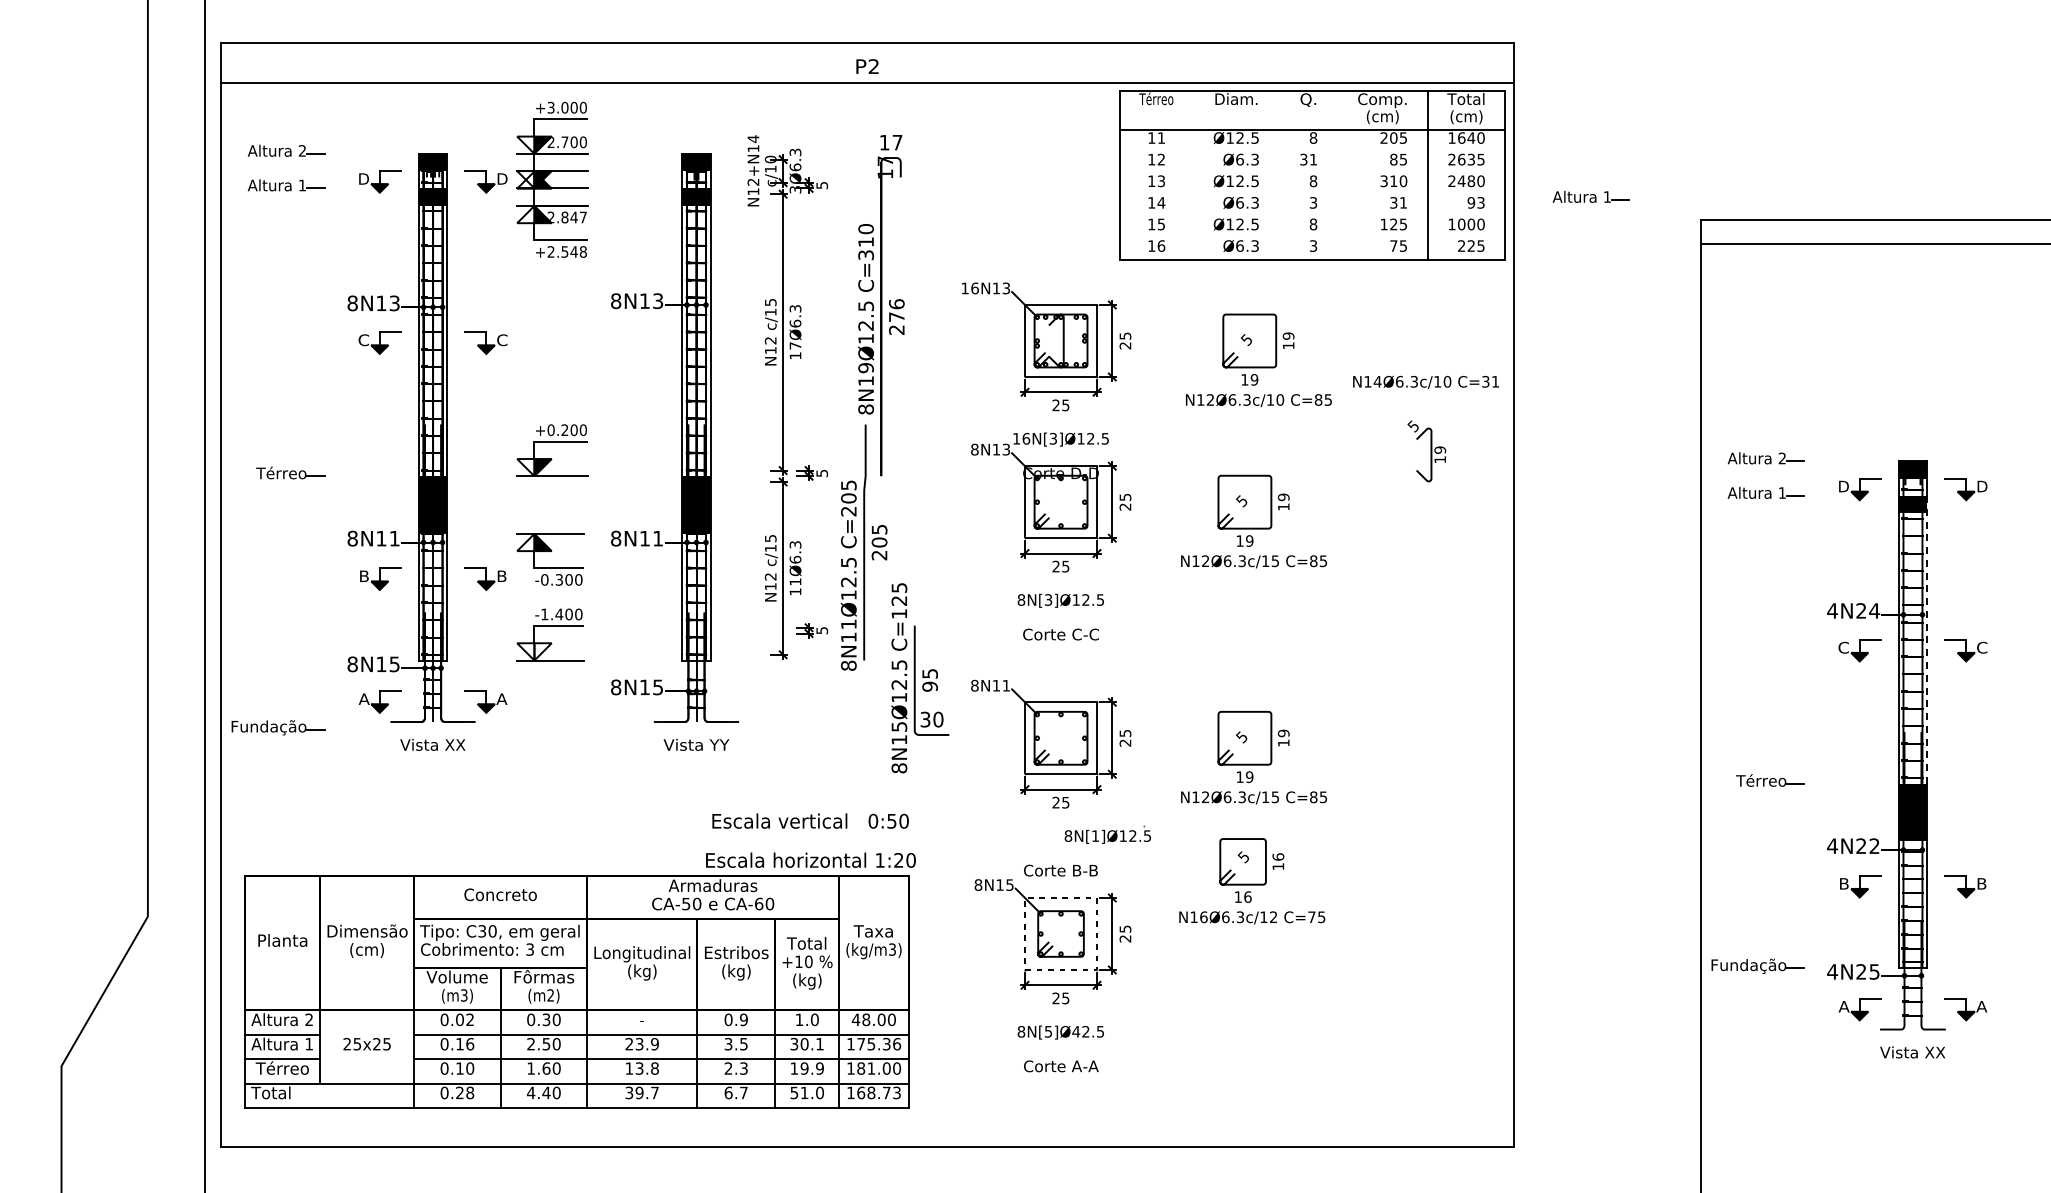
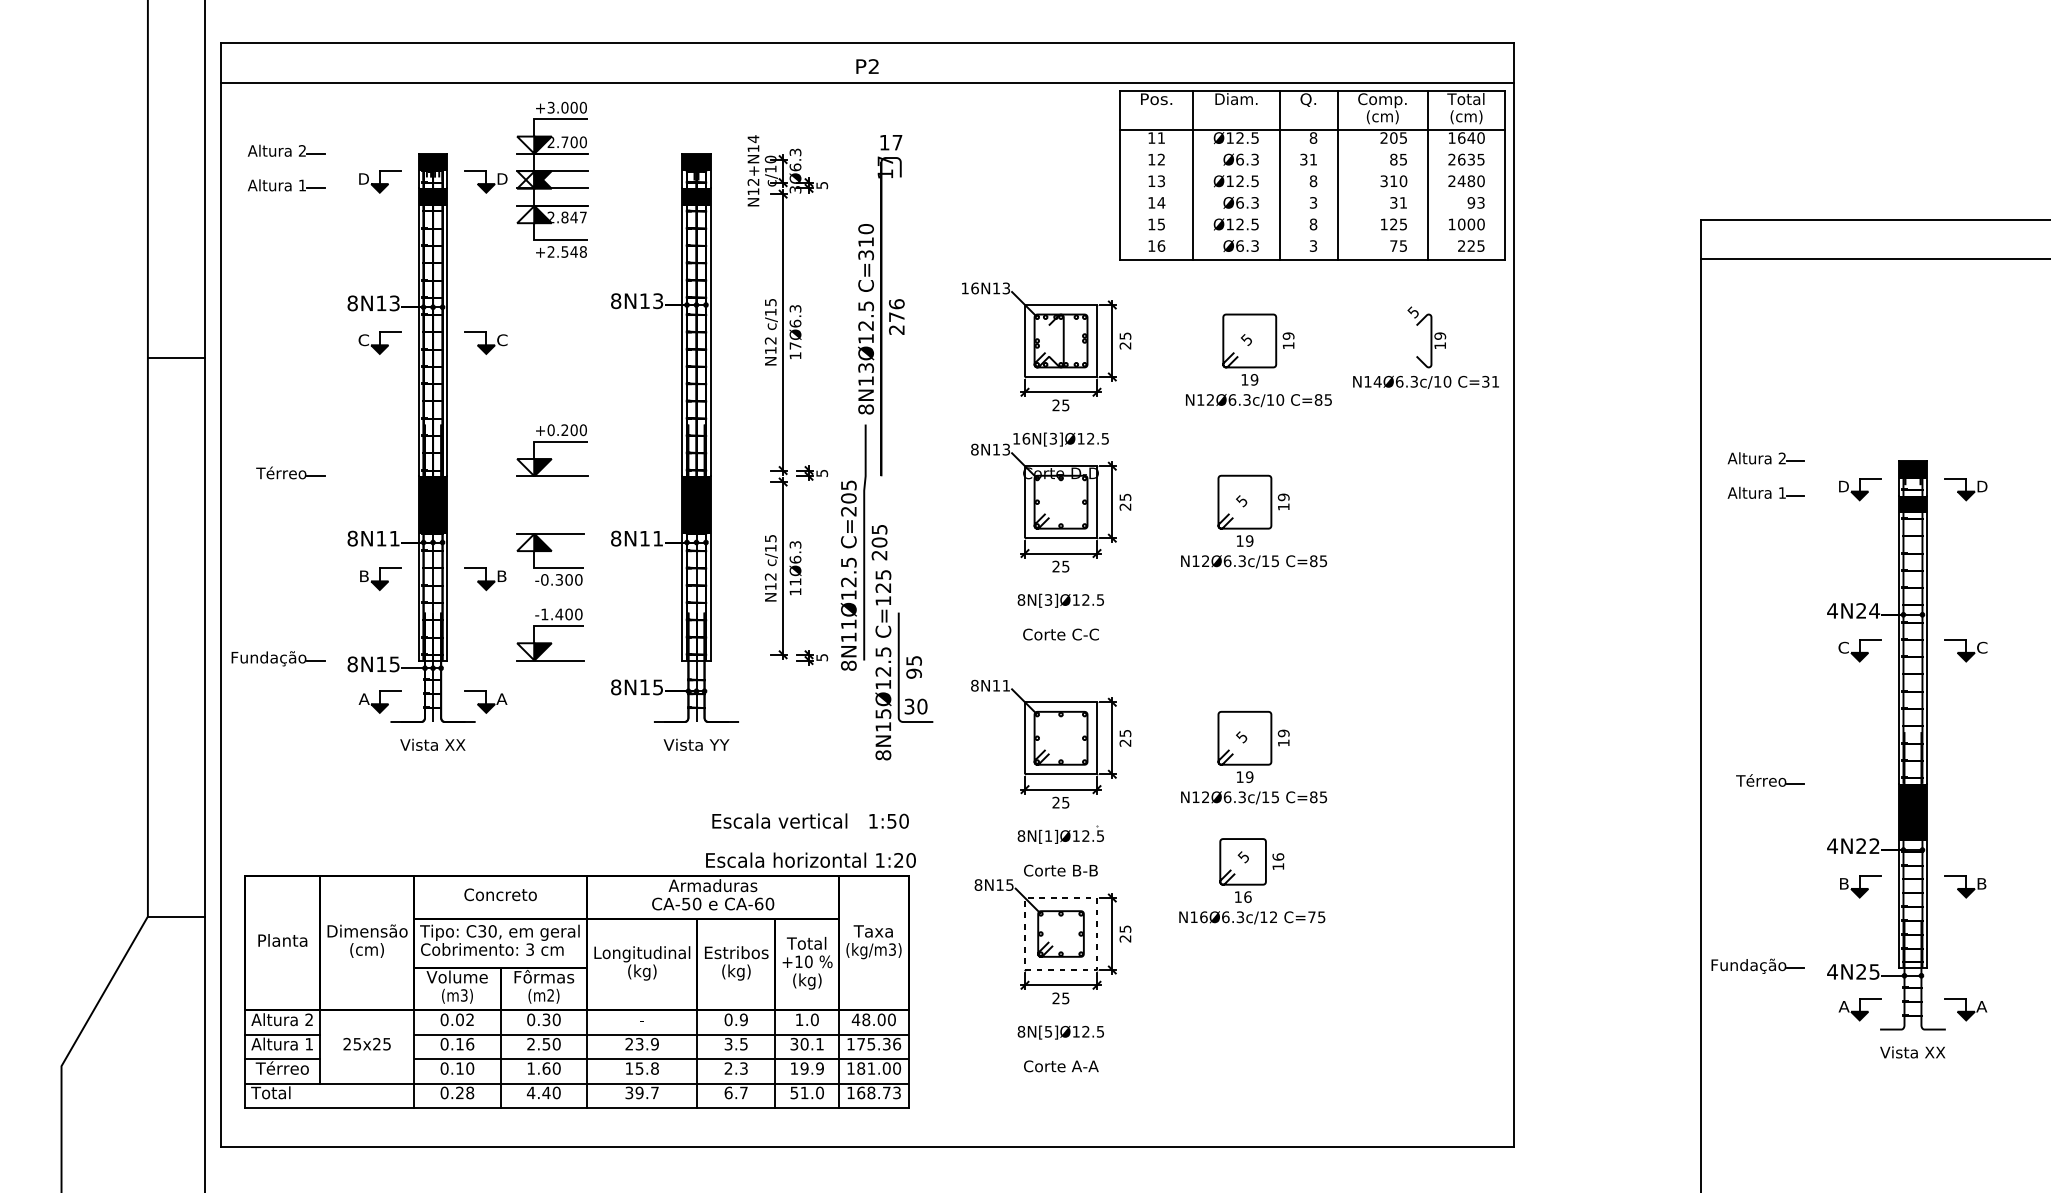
text at (1156, 98): Térreo -> Pos.
line at (1193, 175): none -> present
line at (1279, 175): none -> present
line at (1337, 175): none -> present
part at (1590, 196): present -> none
line at (1874, 243) position: (1874, 243) -> (1874, 258)
line at (176, 358): none -> present
text at (865, 368): 8N19Ø12.5 -> 8N13Ø12.5
part at (1426, 451) position: (1426, 451) -> (1426, 337)
part at (812, 630) position: (812, 630) -> (812, 657)
line at (1927, 639): dashed -> solid
fill at (542, 651): none -> present
part at (920, 678) position: (920, 678) -> (904, 665)
part at (278, 727) position: (278, 727) -> (278, 658)
text at (873, 820): 0:50 -> 1:50
part at (1107, 834) position: (1107, 834) -> (1060, 834)
line at (176, 916): none -> present
text at (1076, 1031): 8N[5]Ø42.5 -> 8N[5]Ø12.5
text at (639, 1068): 13.8 -> 15.8
